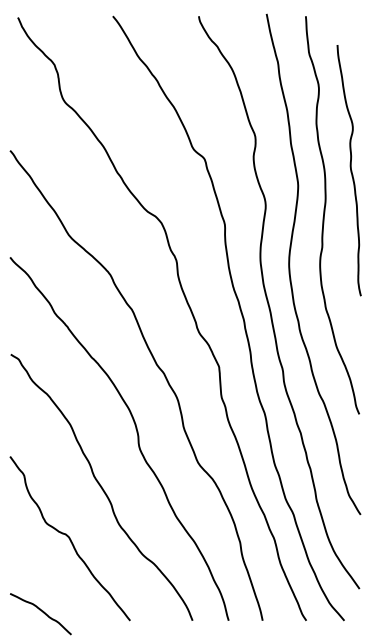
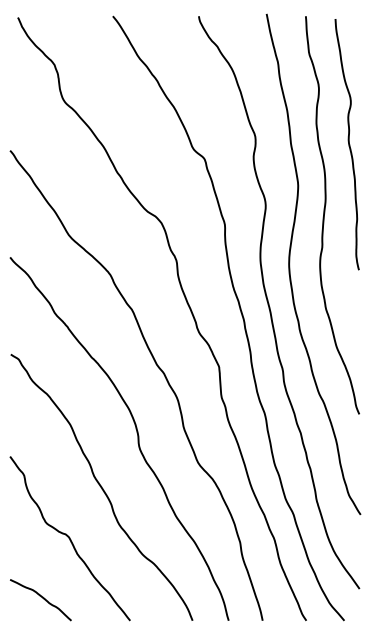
curve at (350, 170) position: (350, 170) -> (348, 144)
curve at (42, 612) position: (42, 612) -> (42, 598)
